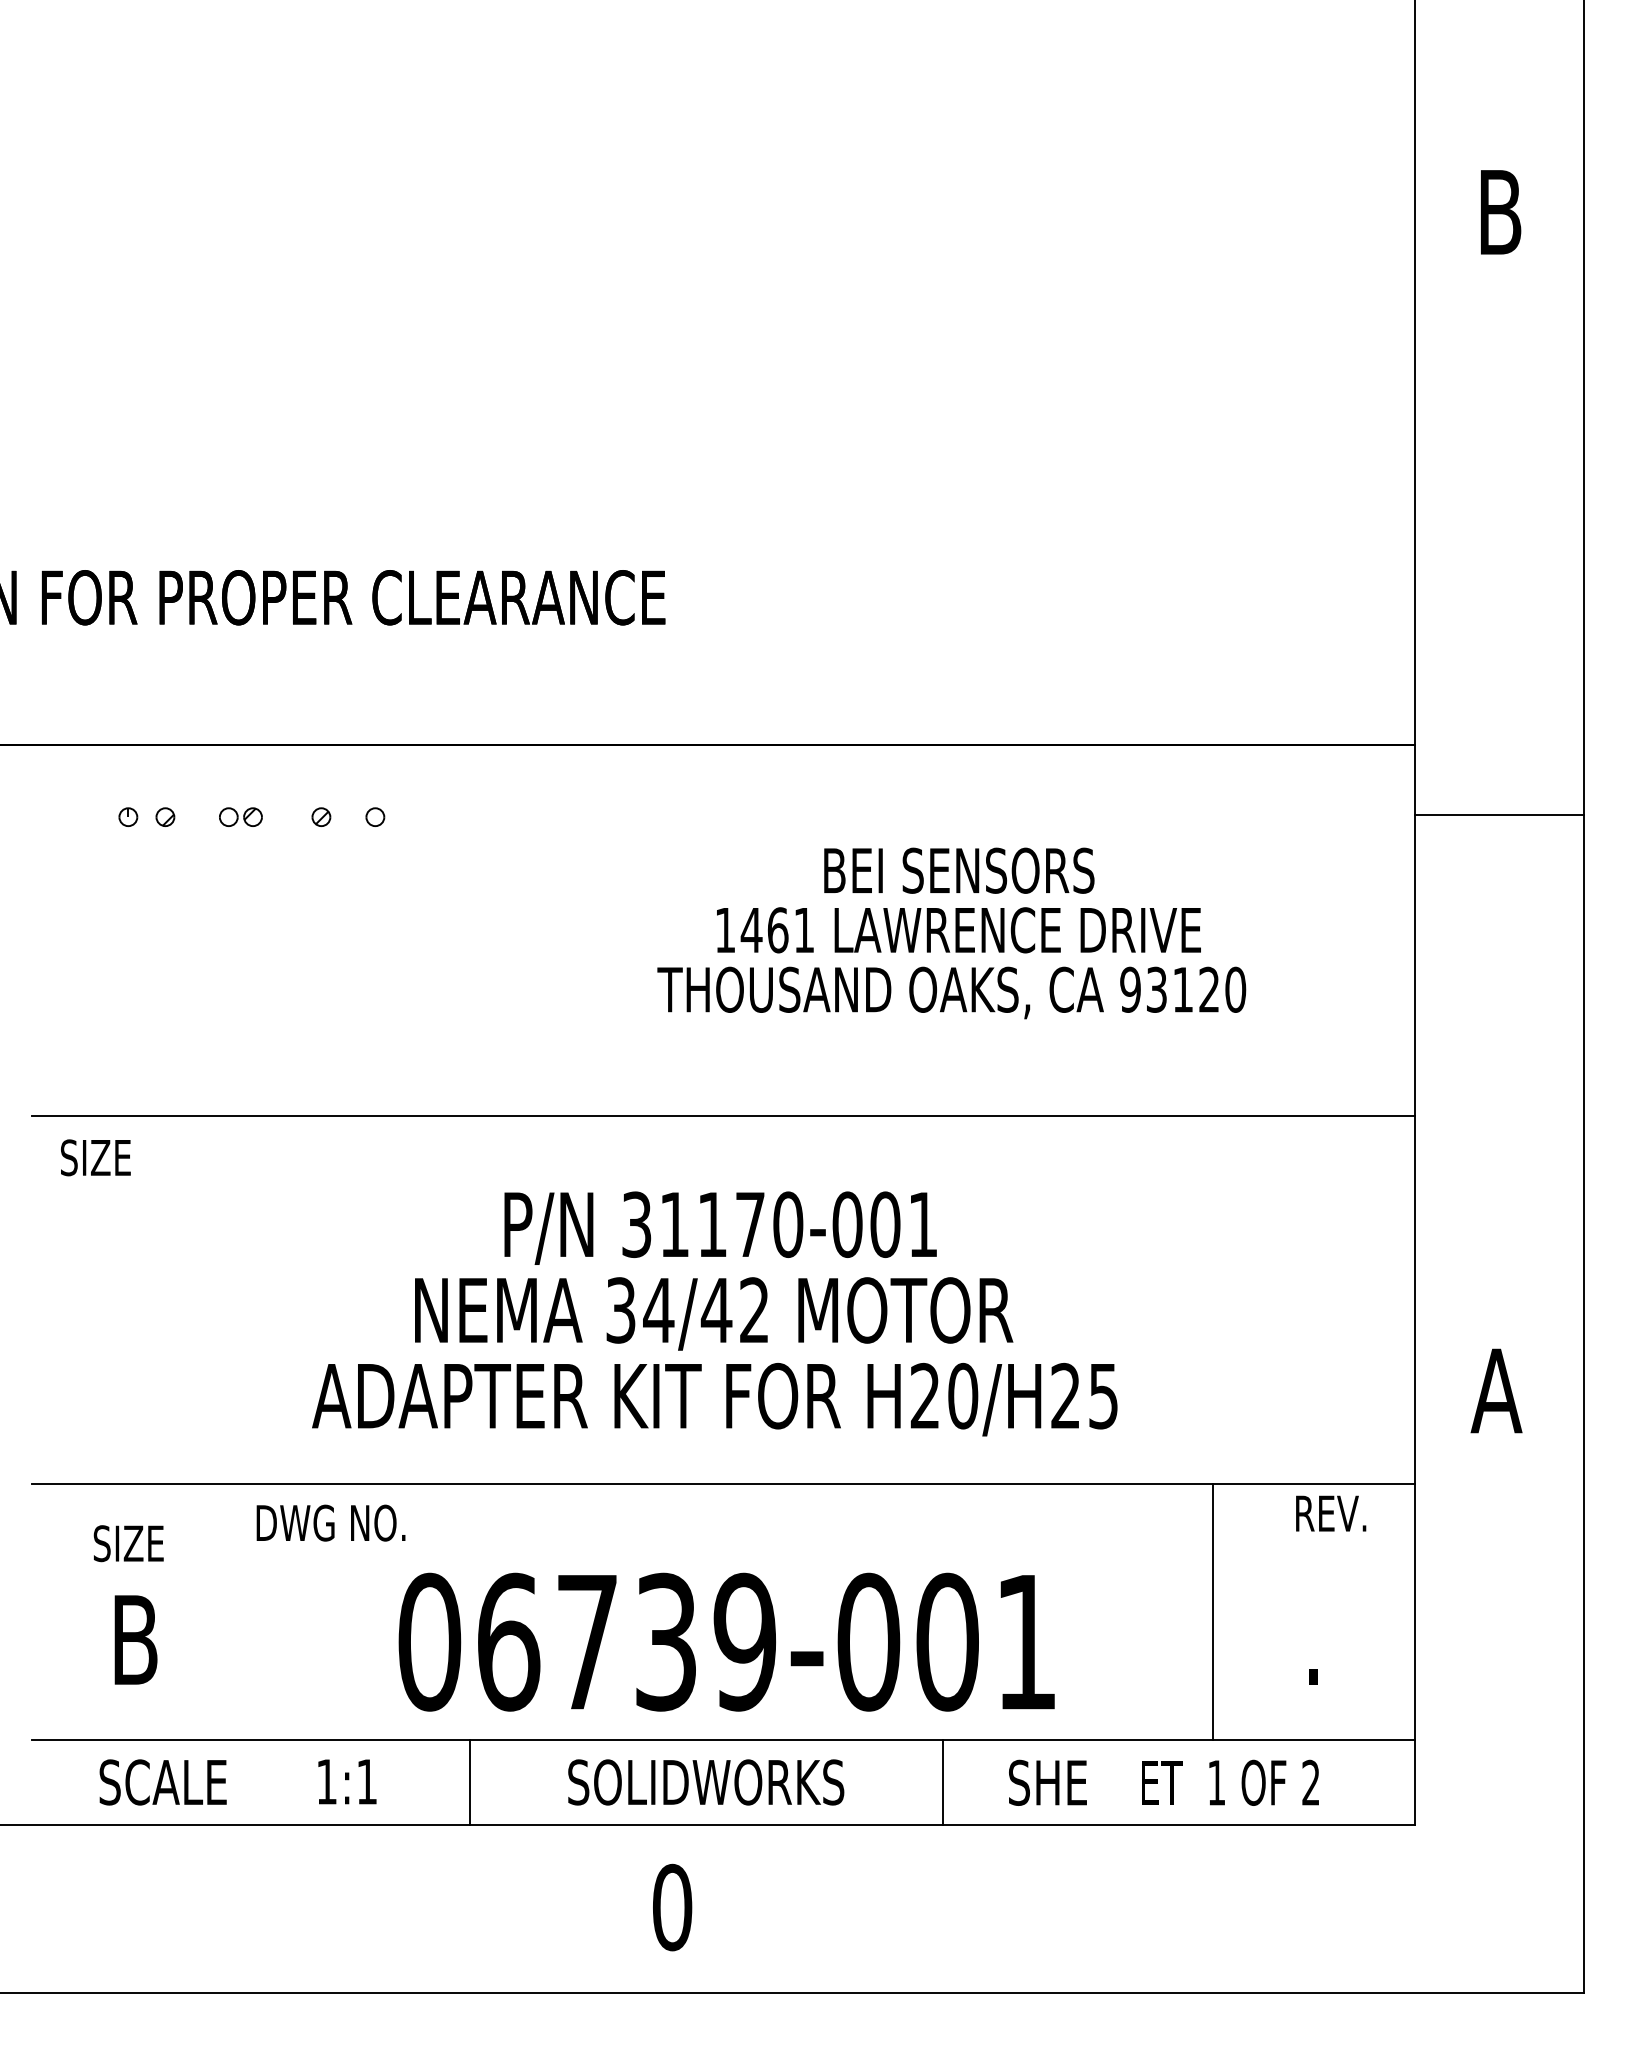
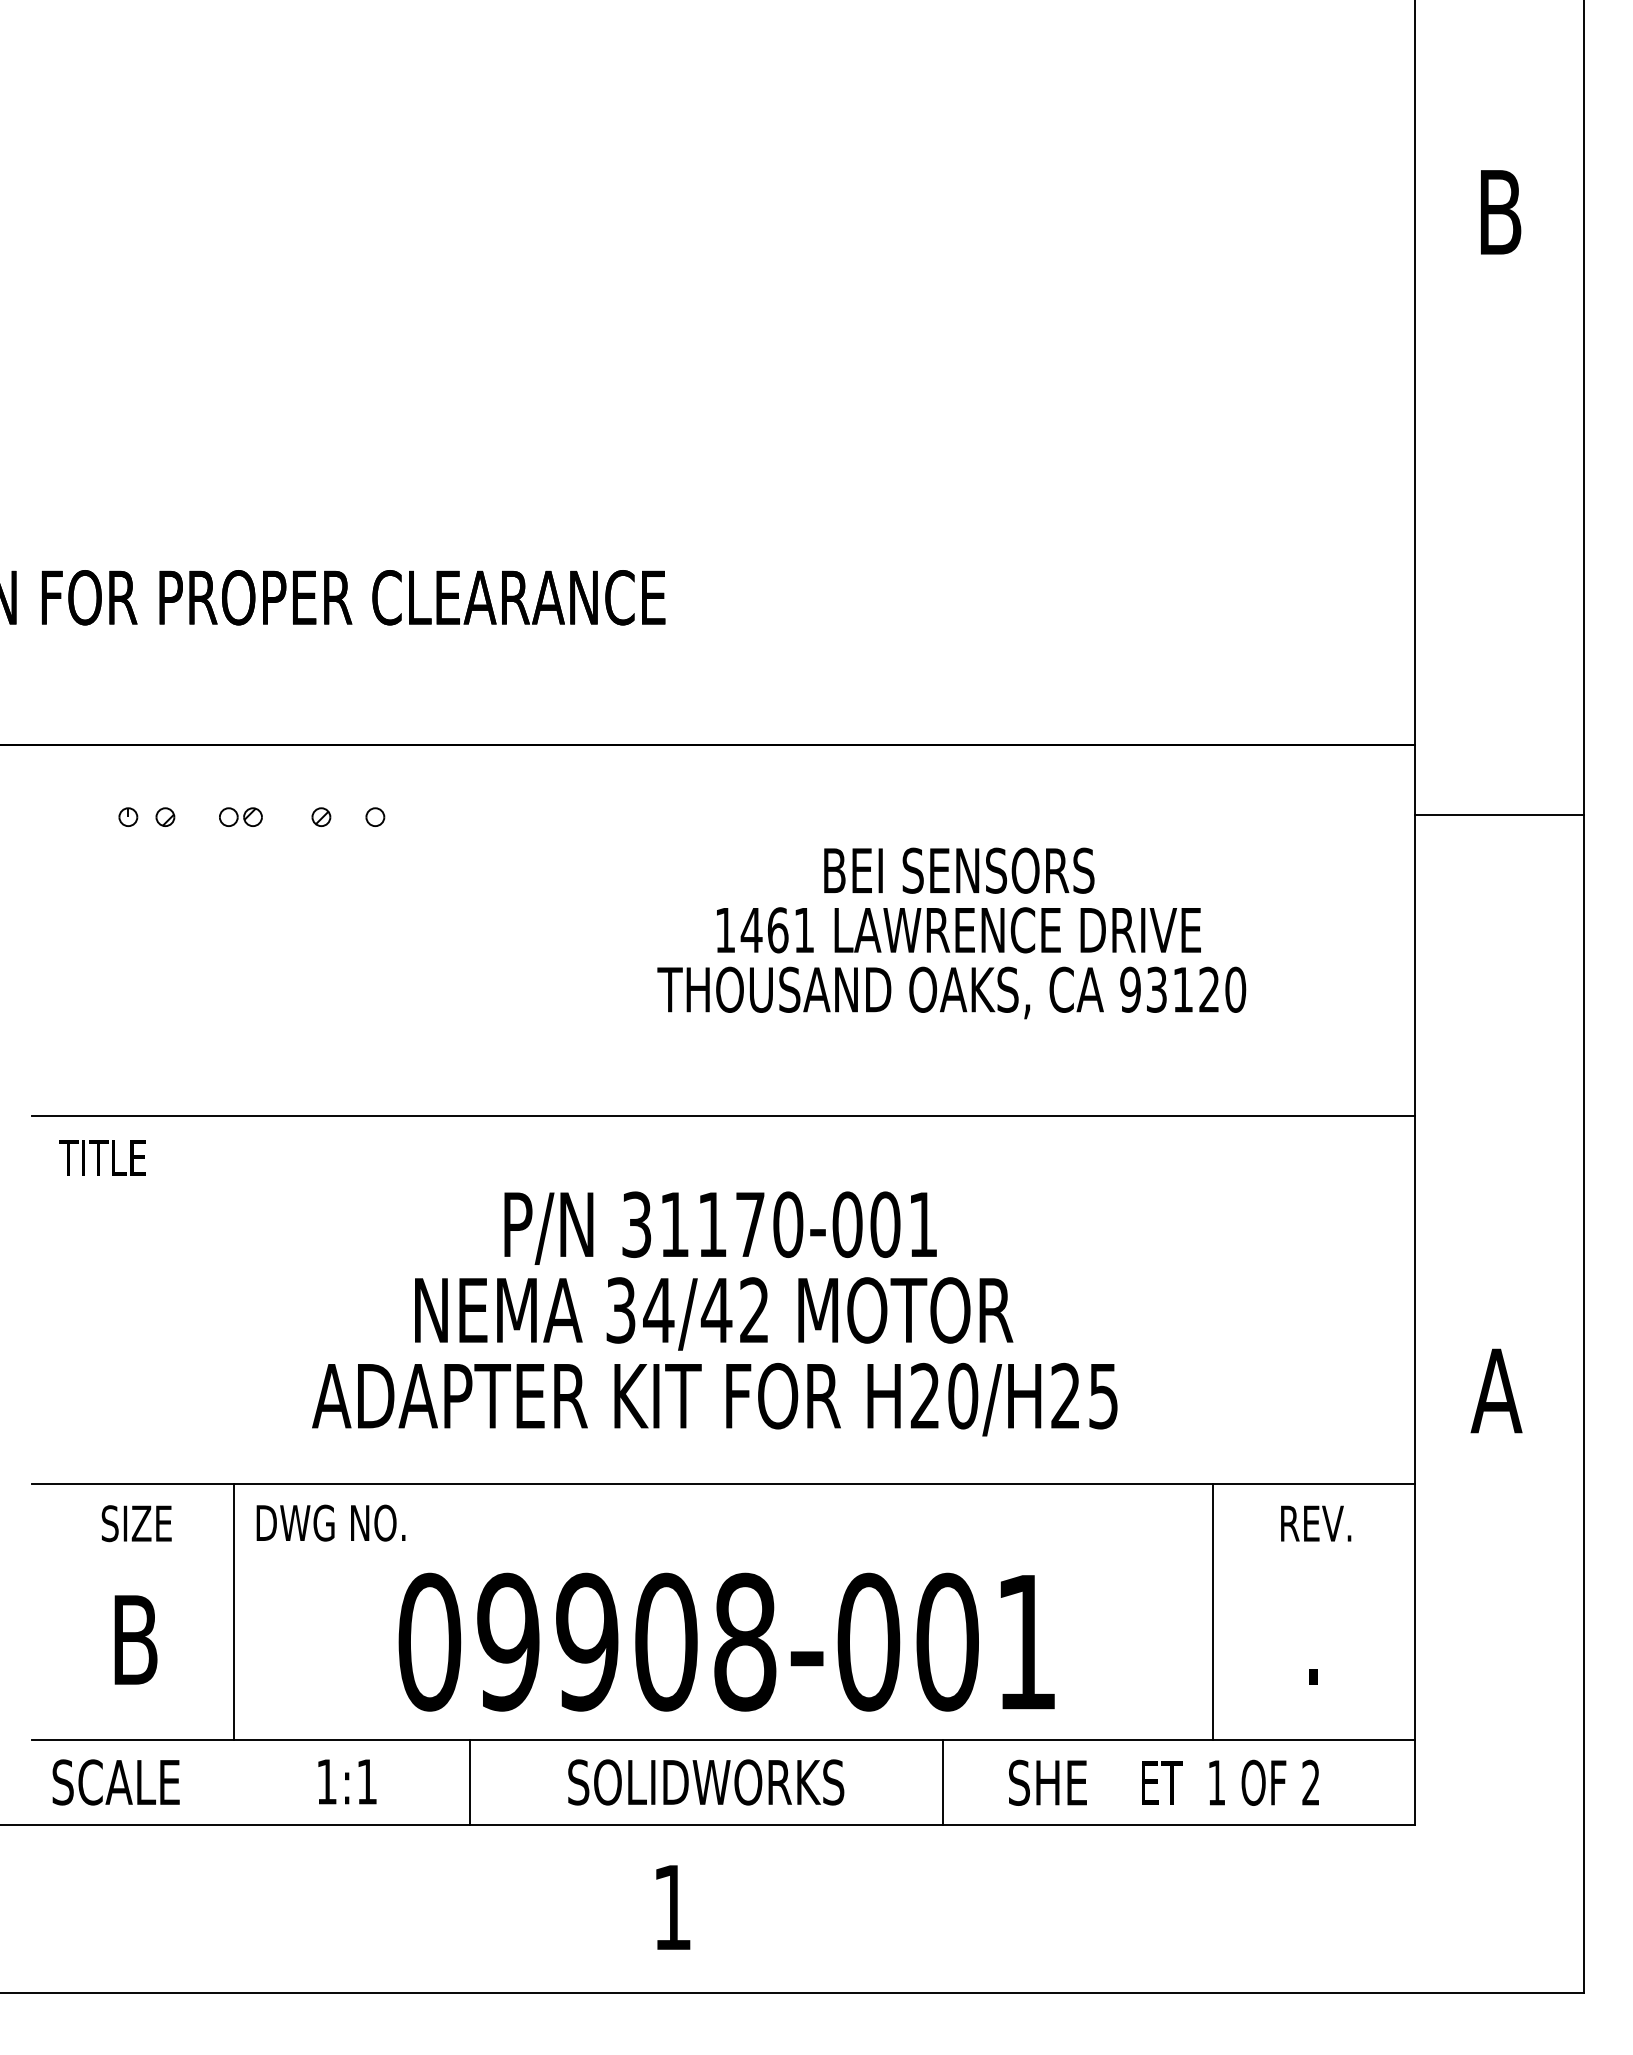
text at (102, 1157): SIZE -> TITLE
text at (1331, 1513) position: (1331, 1513) -> (1316, 1523)
text at (128, 1543) position: (128, 1543) -> (136, 1523)
line at (234, 1611): none -> present
text at (626, 1641): 06739-001 -> 09908-001
text at (162, 1782) position: (162, 1782) -> (115, 1782)
text at (672, 1907): 0 -> 1
